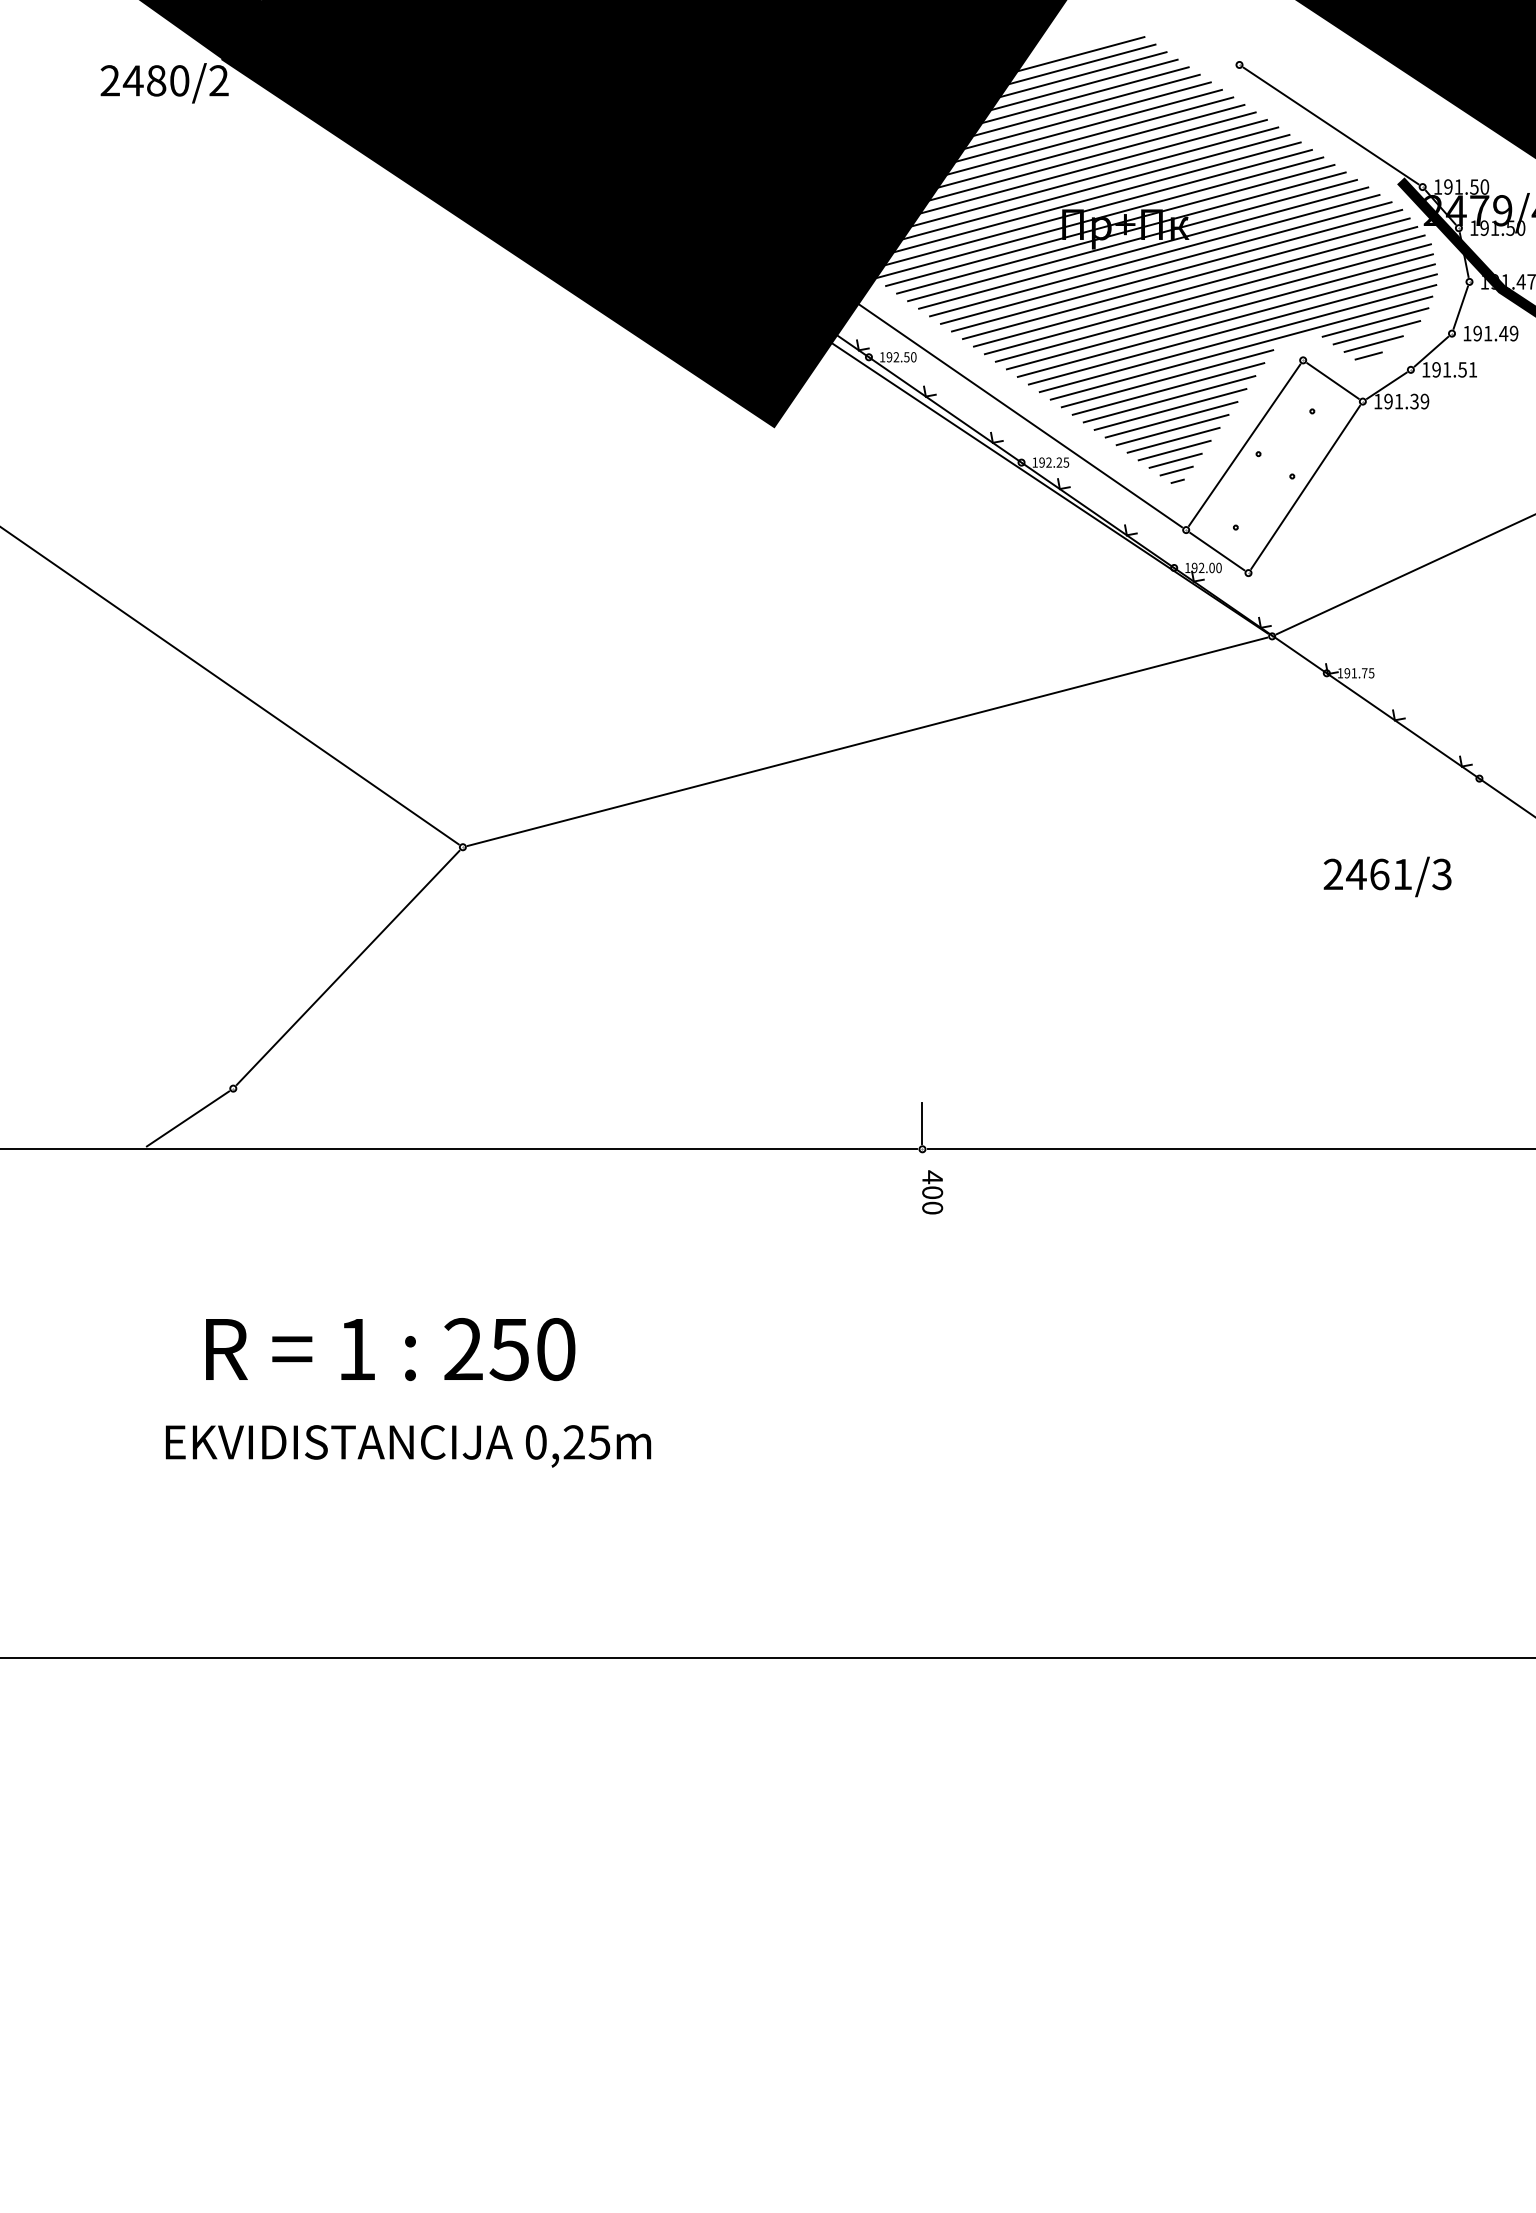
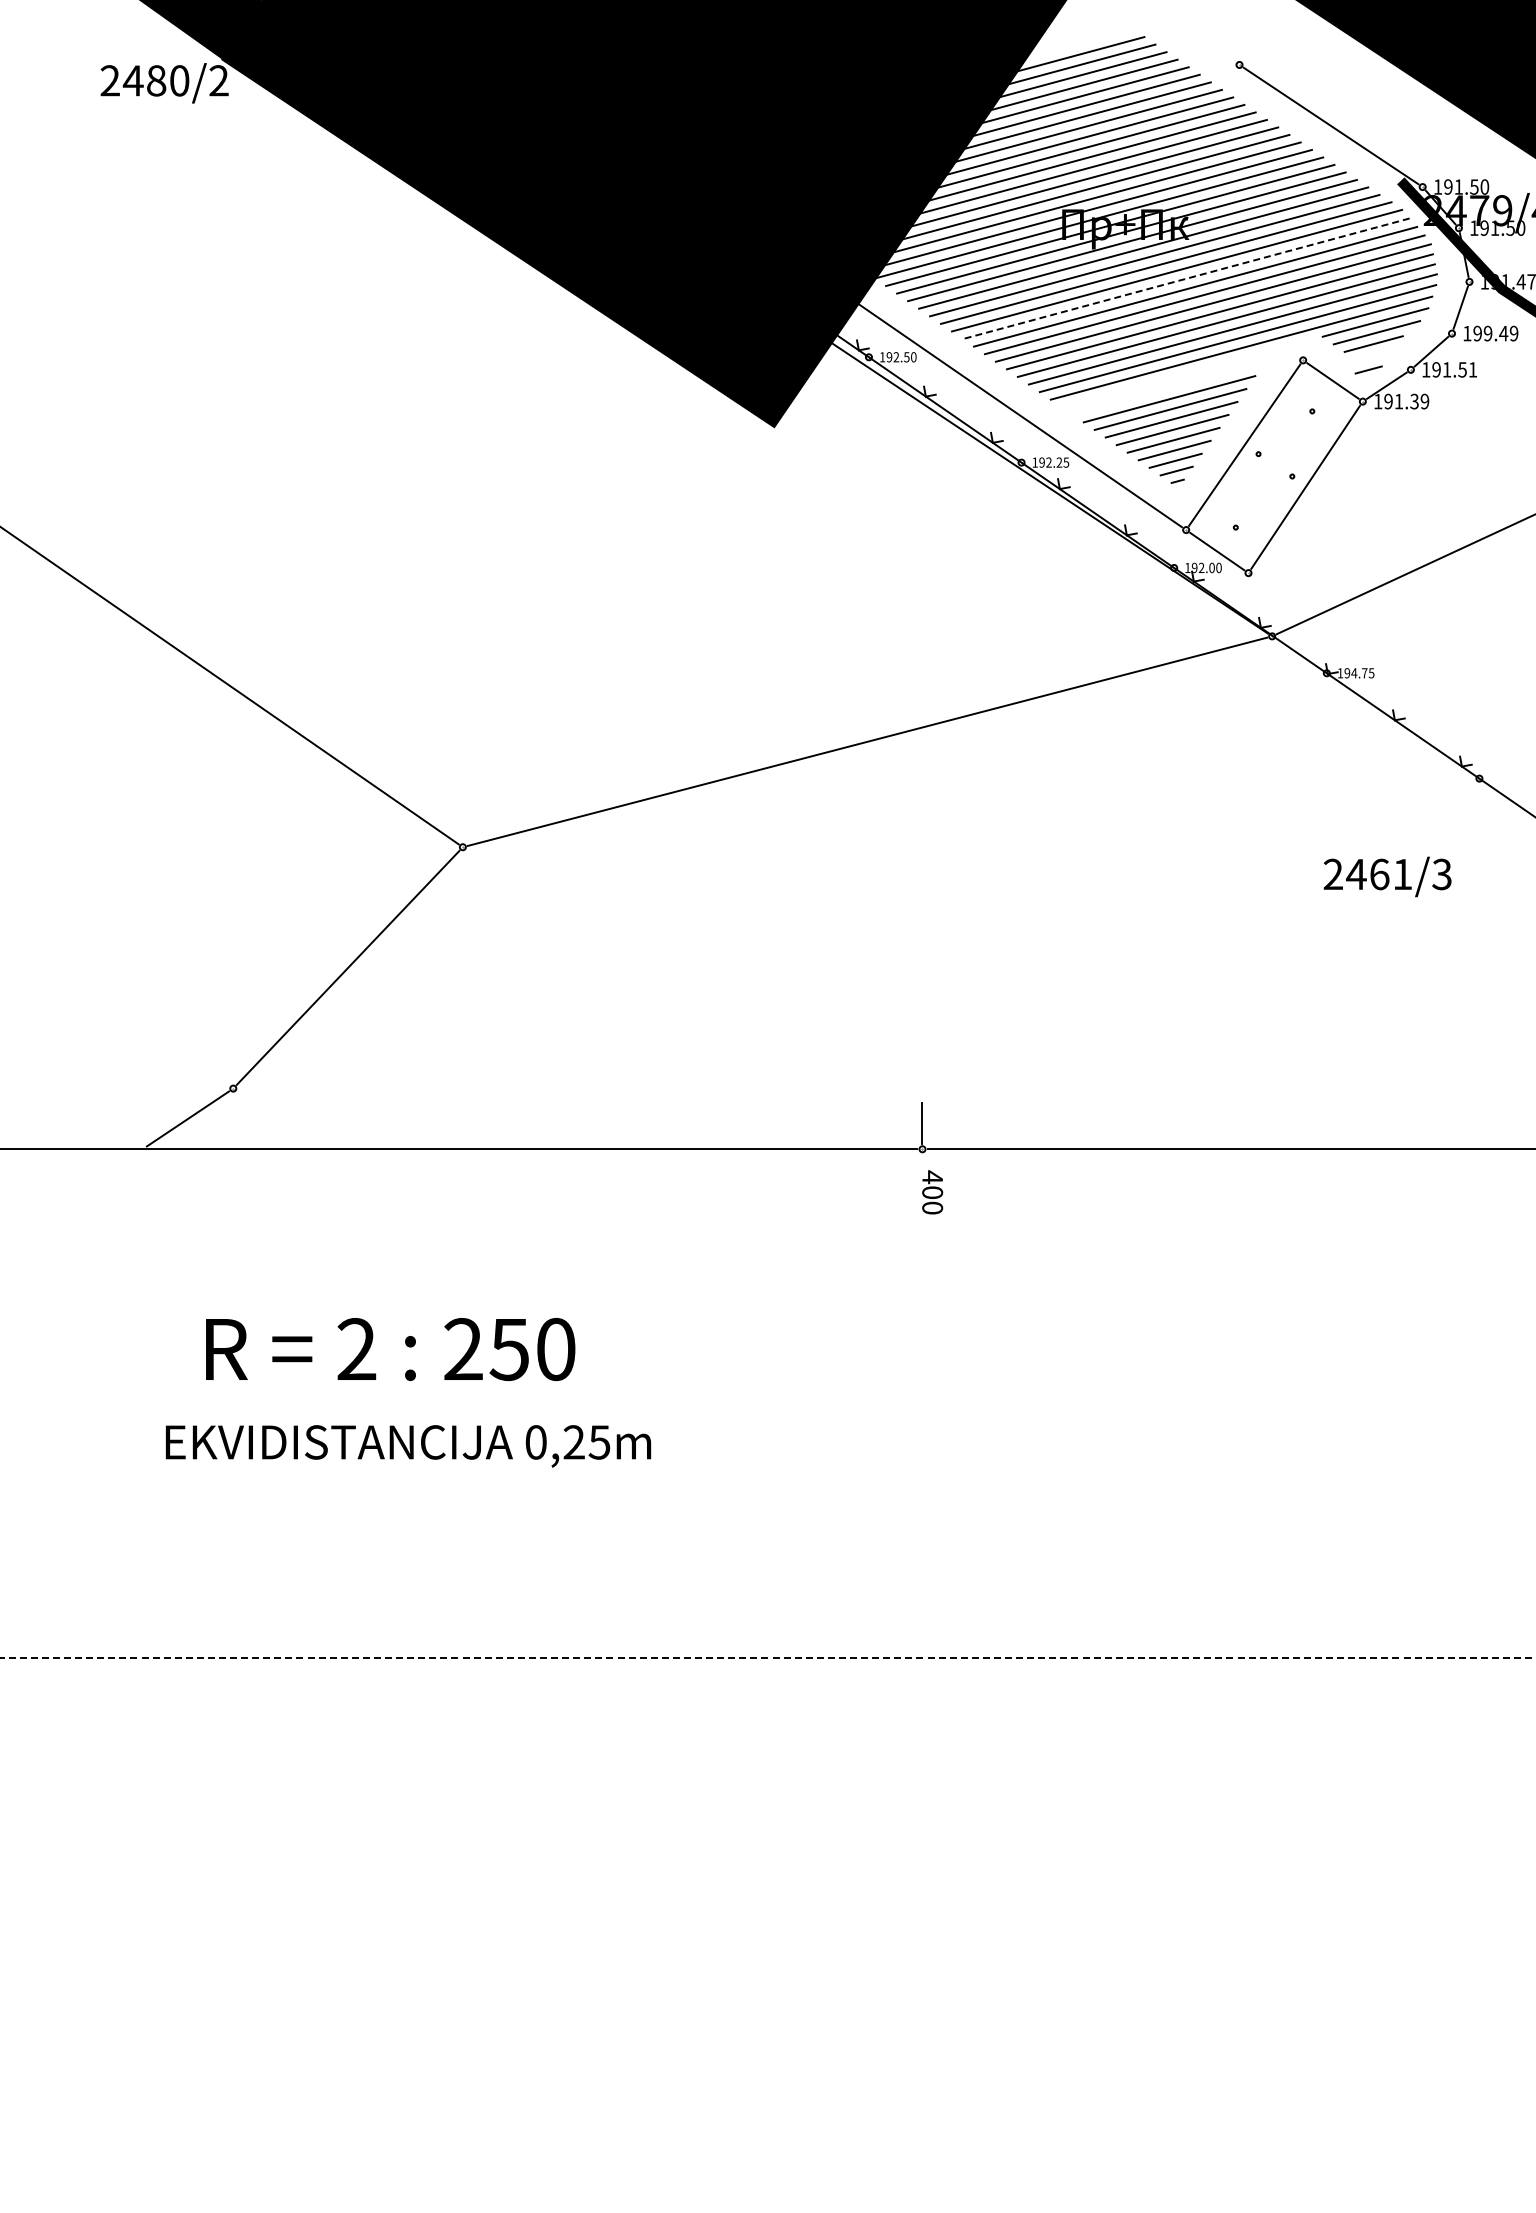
line at (1185, 278): solid -> dashed
text at (1487, 333): 191.49 -> 199.49
line at (1368, 355) position: (1368, 355) -> (1368, 369)
line at (1167, 378): present -> none
line at (1168, 388): present -> none
text at (1354, 673): 191.75 -> 194.75
text at (356, 1348): 1 -> 2
line at (768, 1658): solid -> dashed
